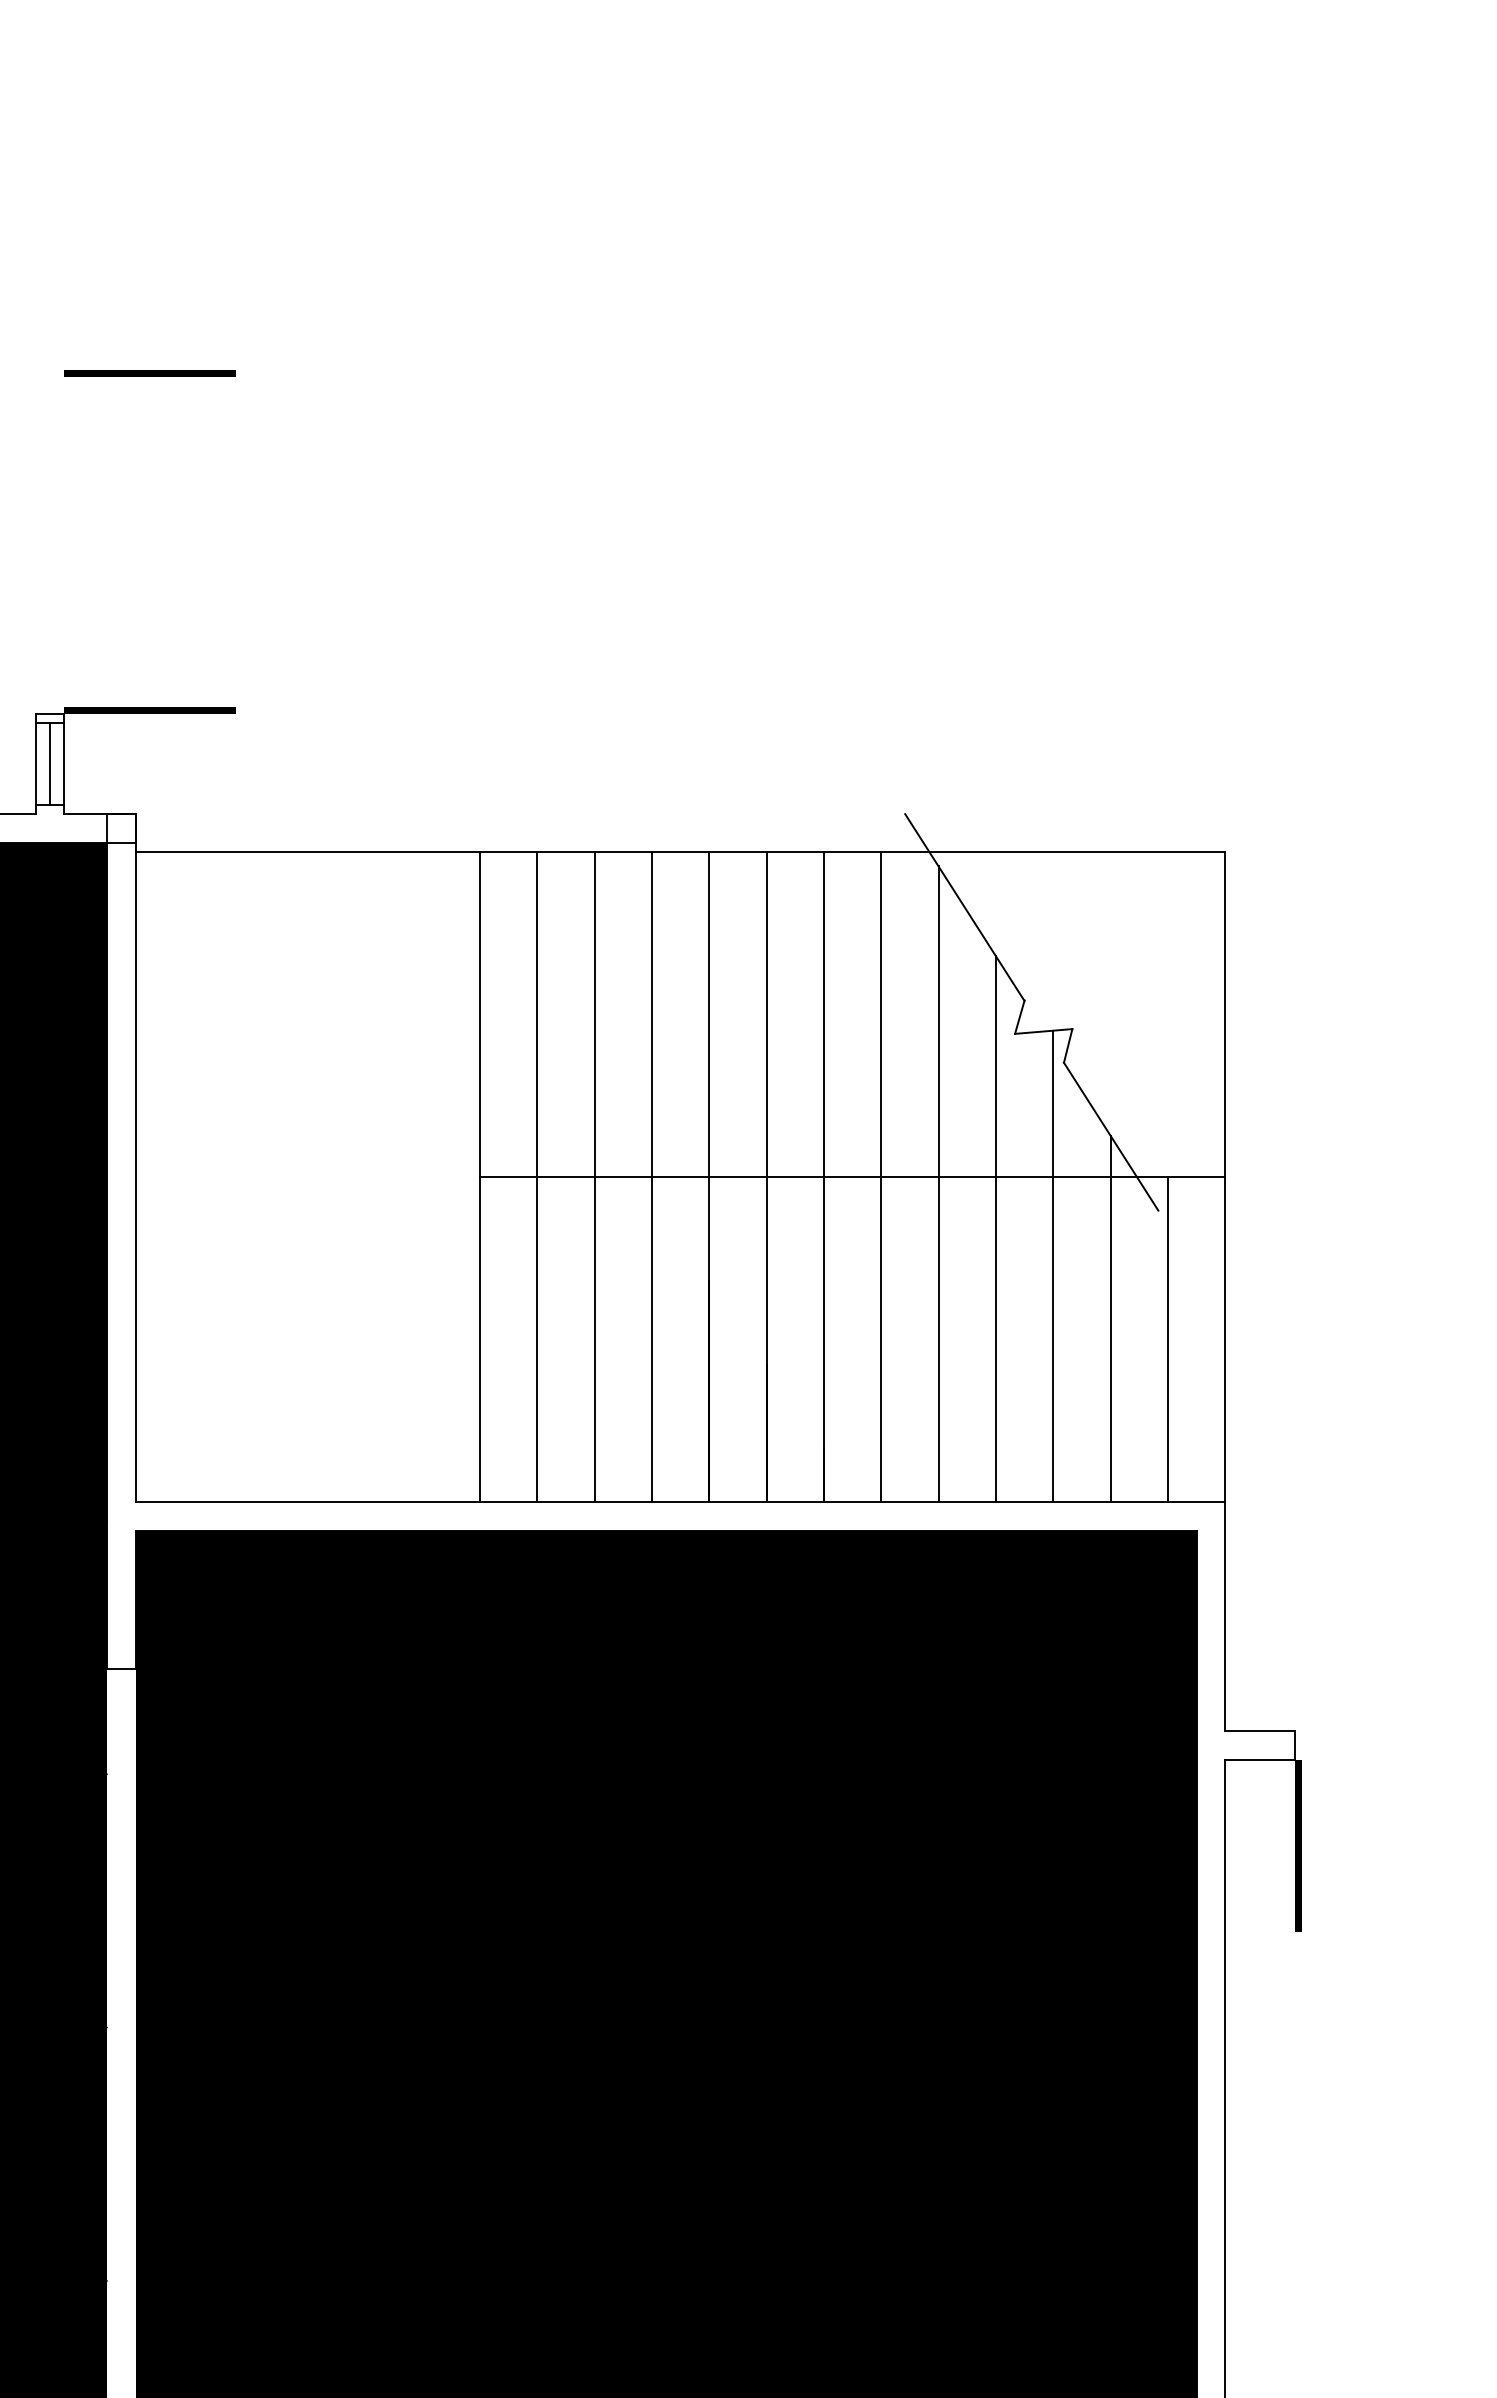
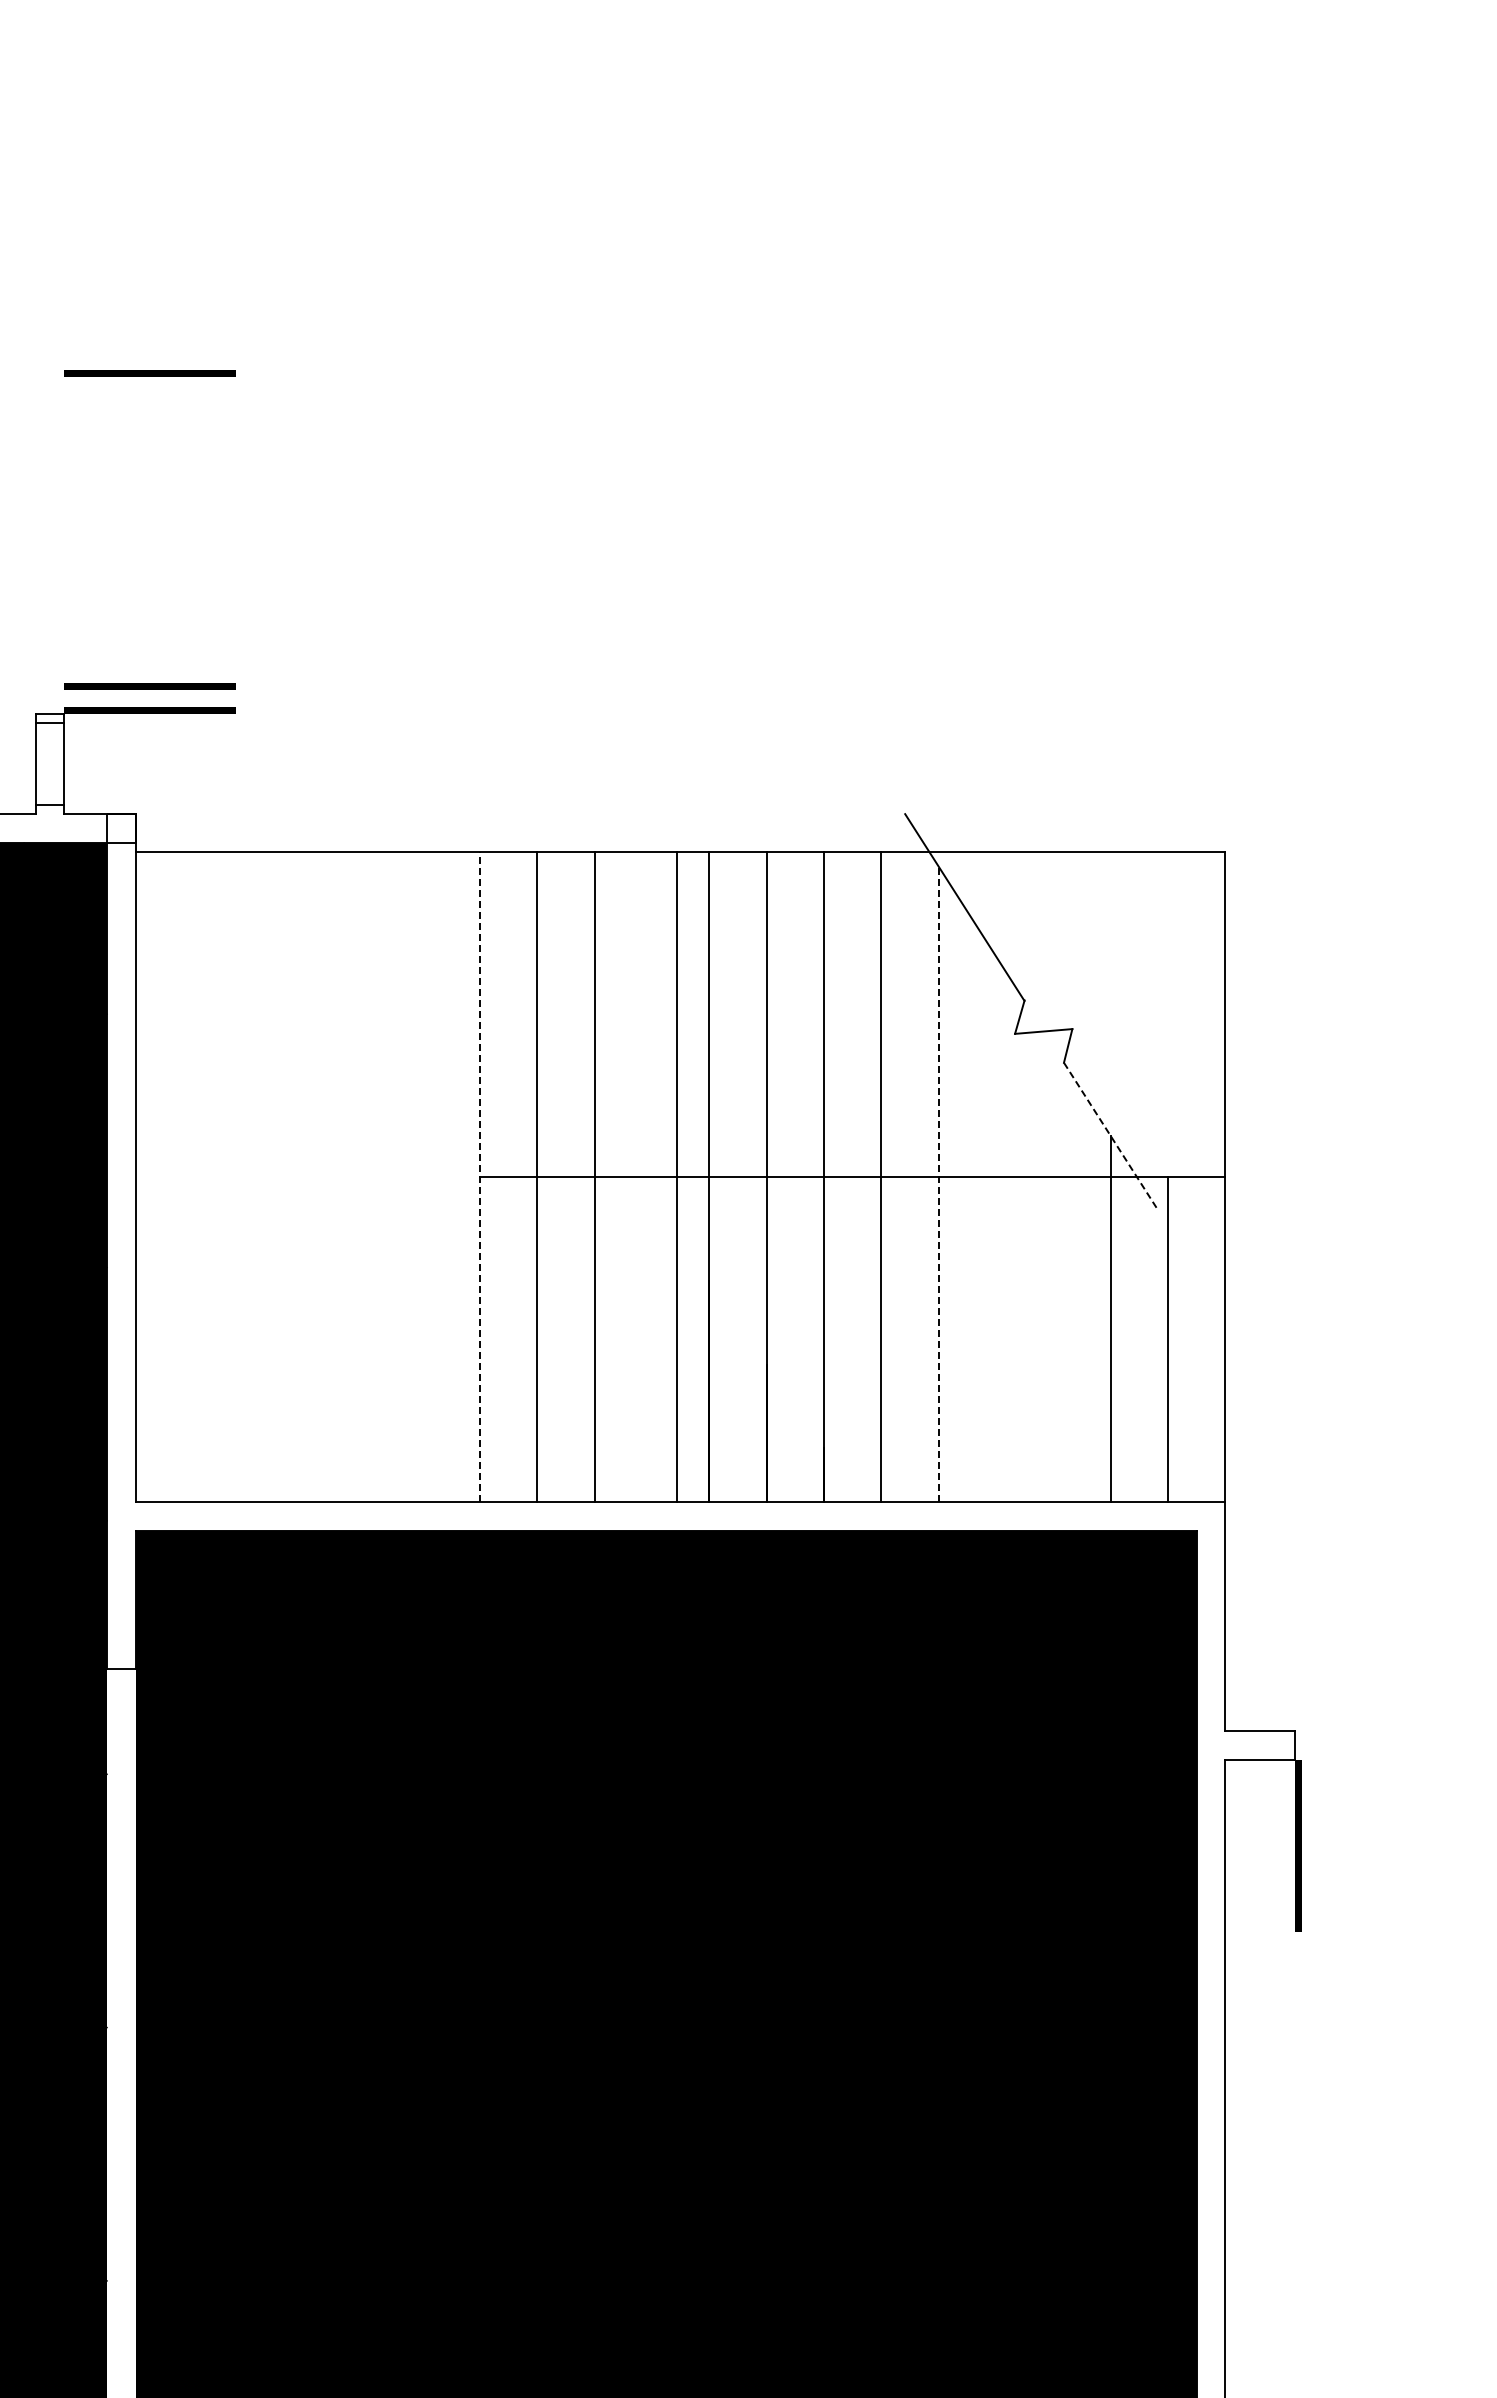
curve at (149, 686): none -> present
line at (50, 763): present -> none
line at (1111, 1136): solid -> dashed
line at (480, 1177): solid -> dashed
line at (651, 1177) position: (651, 1177) -> (676, 1177)
line at (938, 1184): solid -> dashed
line at (995, 1229): present -> none
line at (1053, 1266): present -> none
